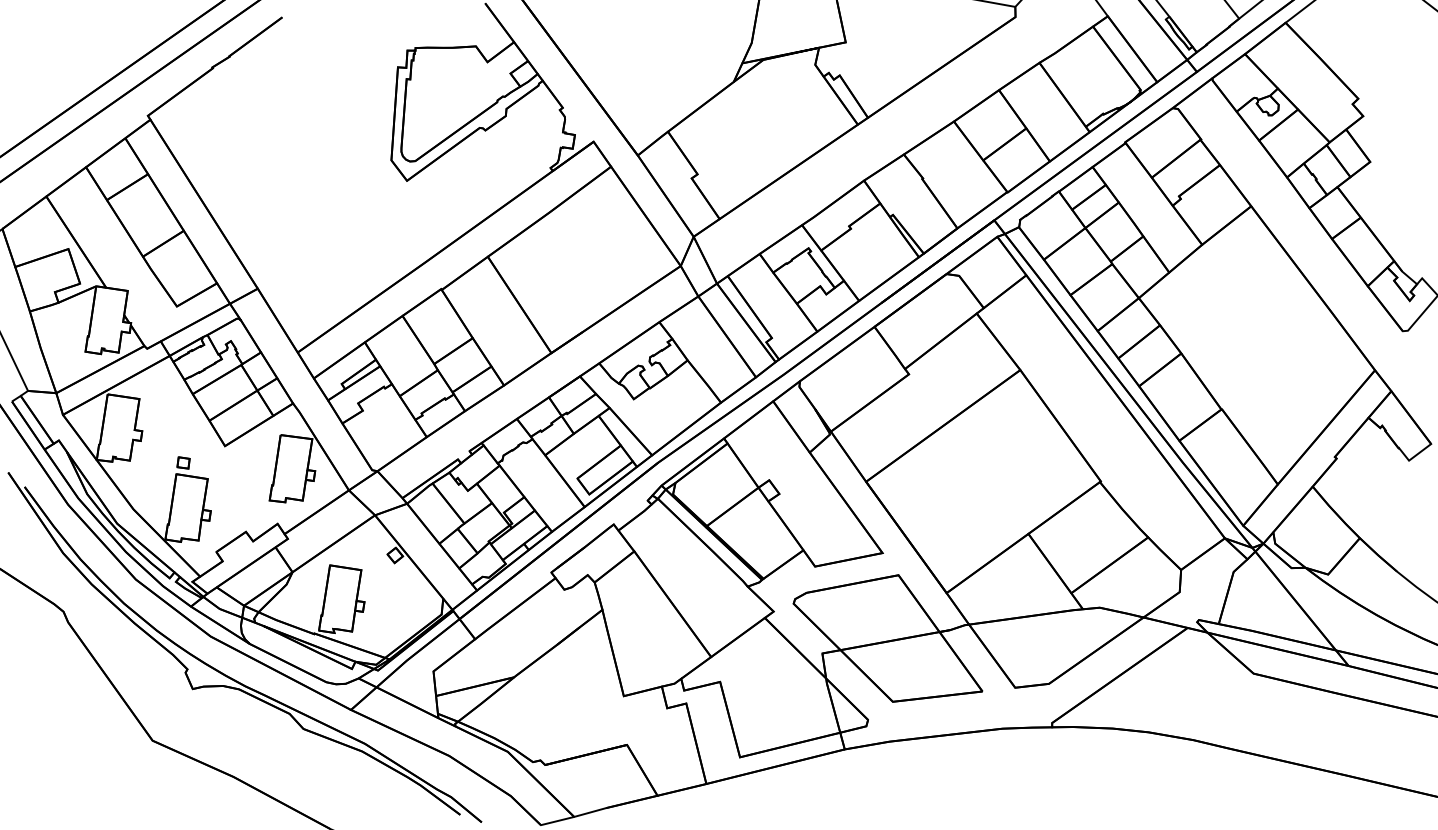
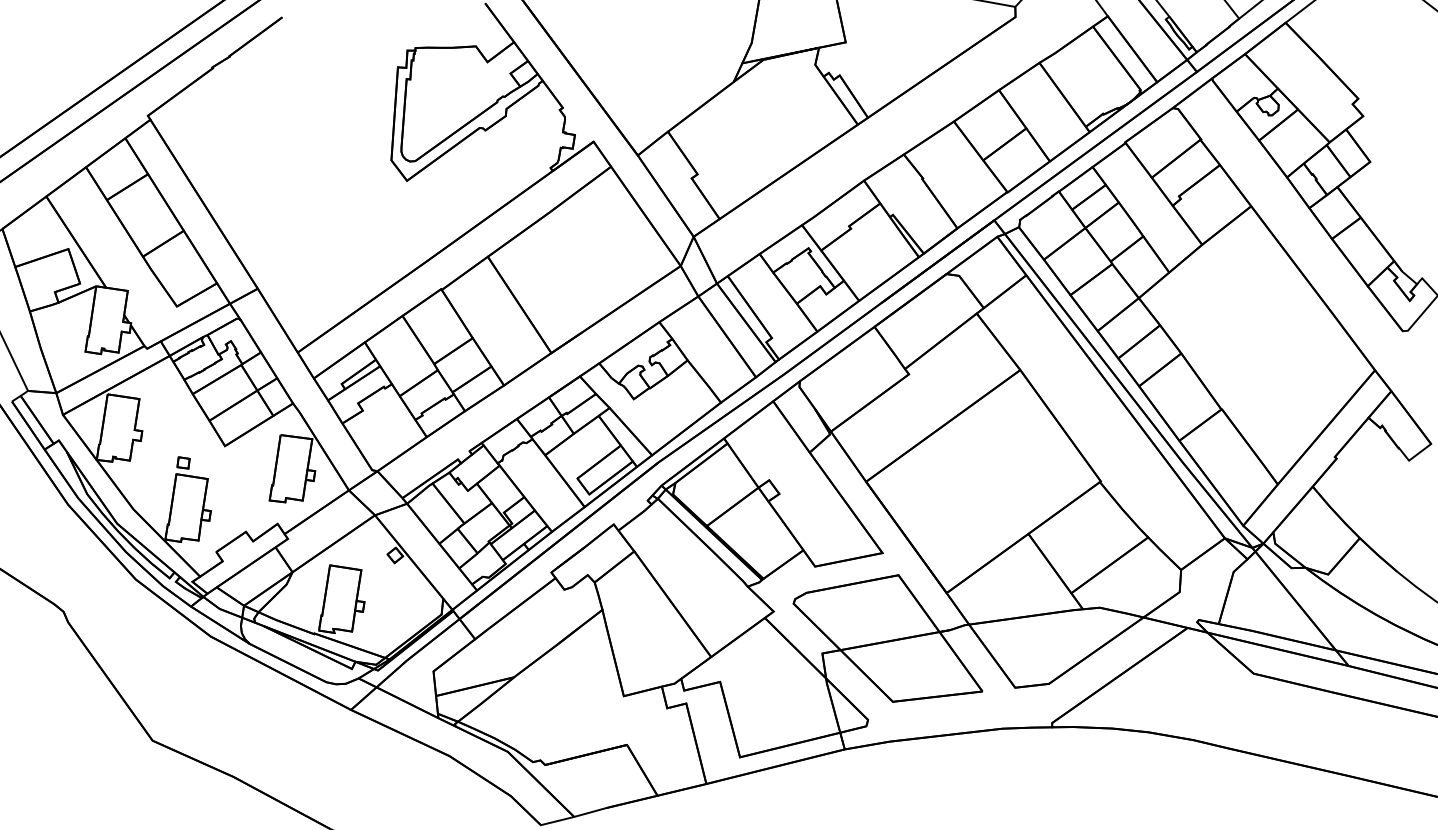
part at (226, 674): present -> none
